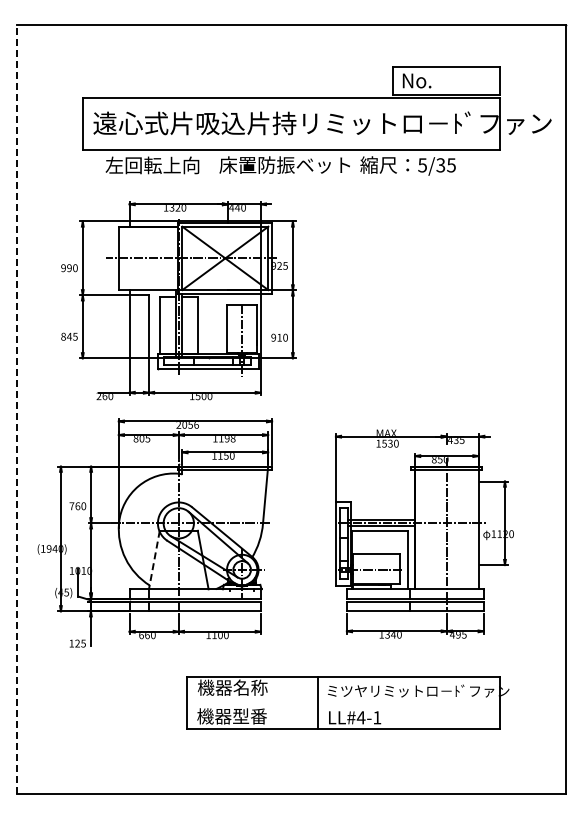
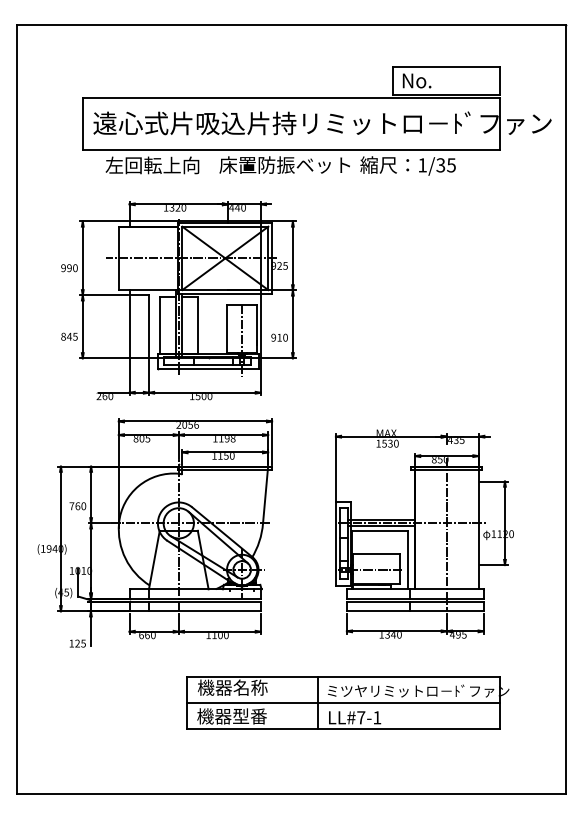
text at (422, 165): 5/35 -> 1/35
line at (17, 409): dashed -> solid
line at (154, 560): dashed -> solid
line at (343, 702): none -> present
text at (360, 717): LL#4-1 -> LL#7-1
